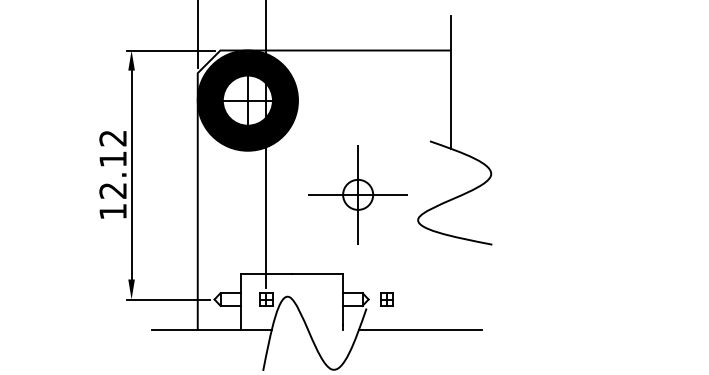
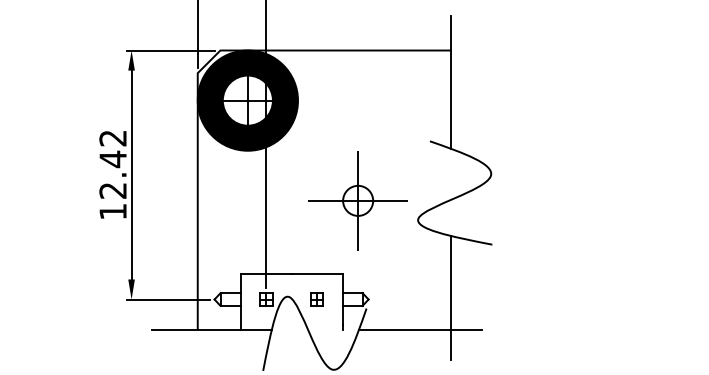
text at (112, 159): 12.12 -> 12.42
part at (357, 194) position: (357, 194) -> (357, 200)
line at (451, 298): none -> present
part at (386, 299) position: (386, 299) -> (316, 299)
